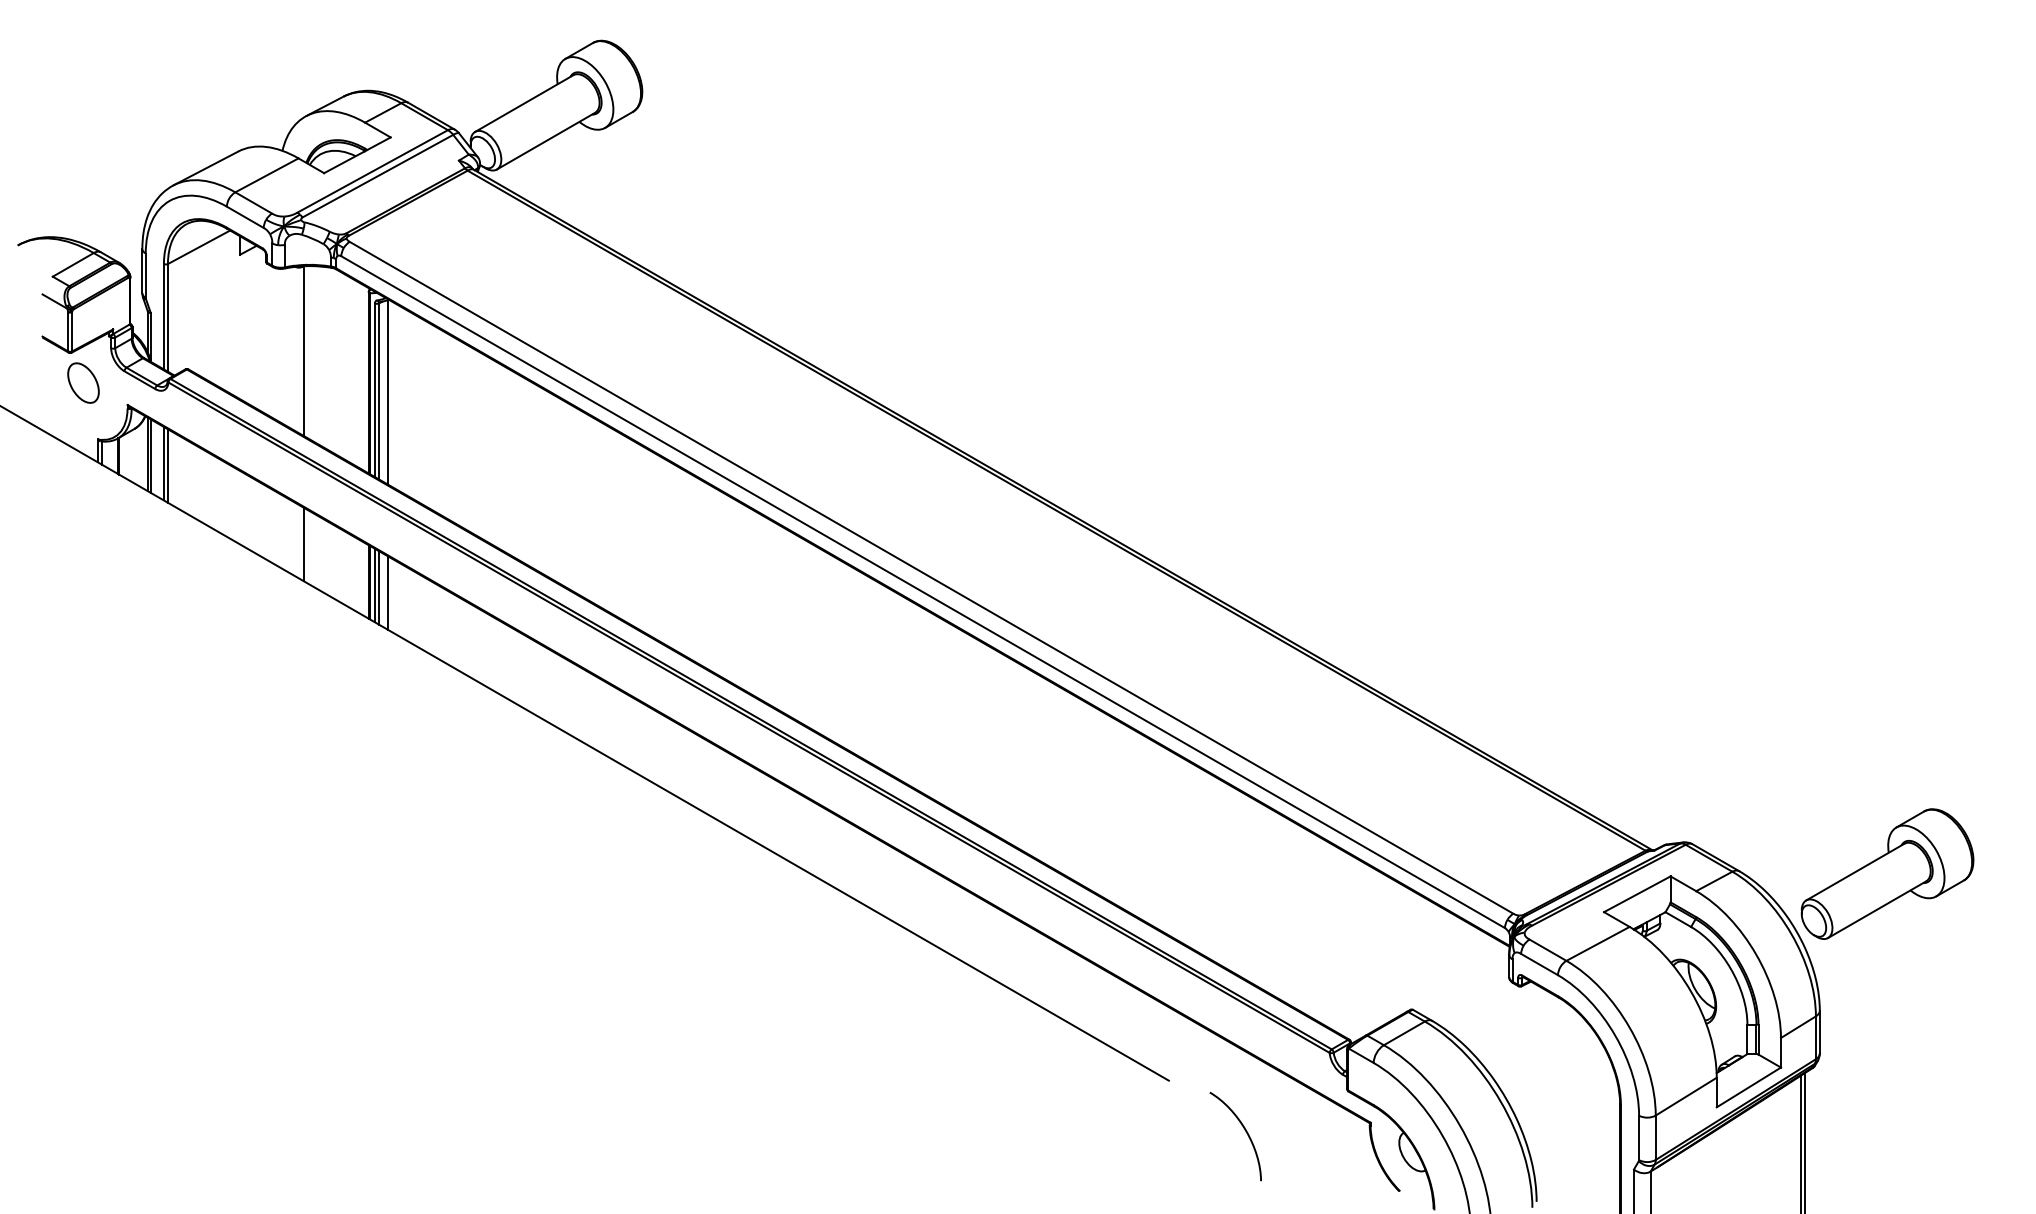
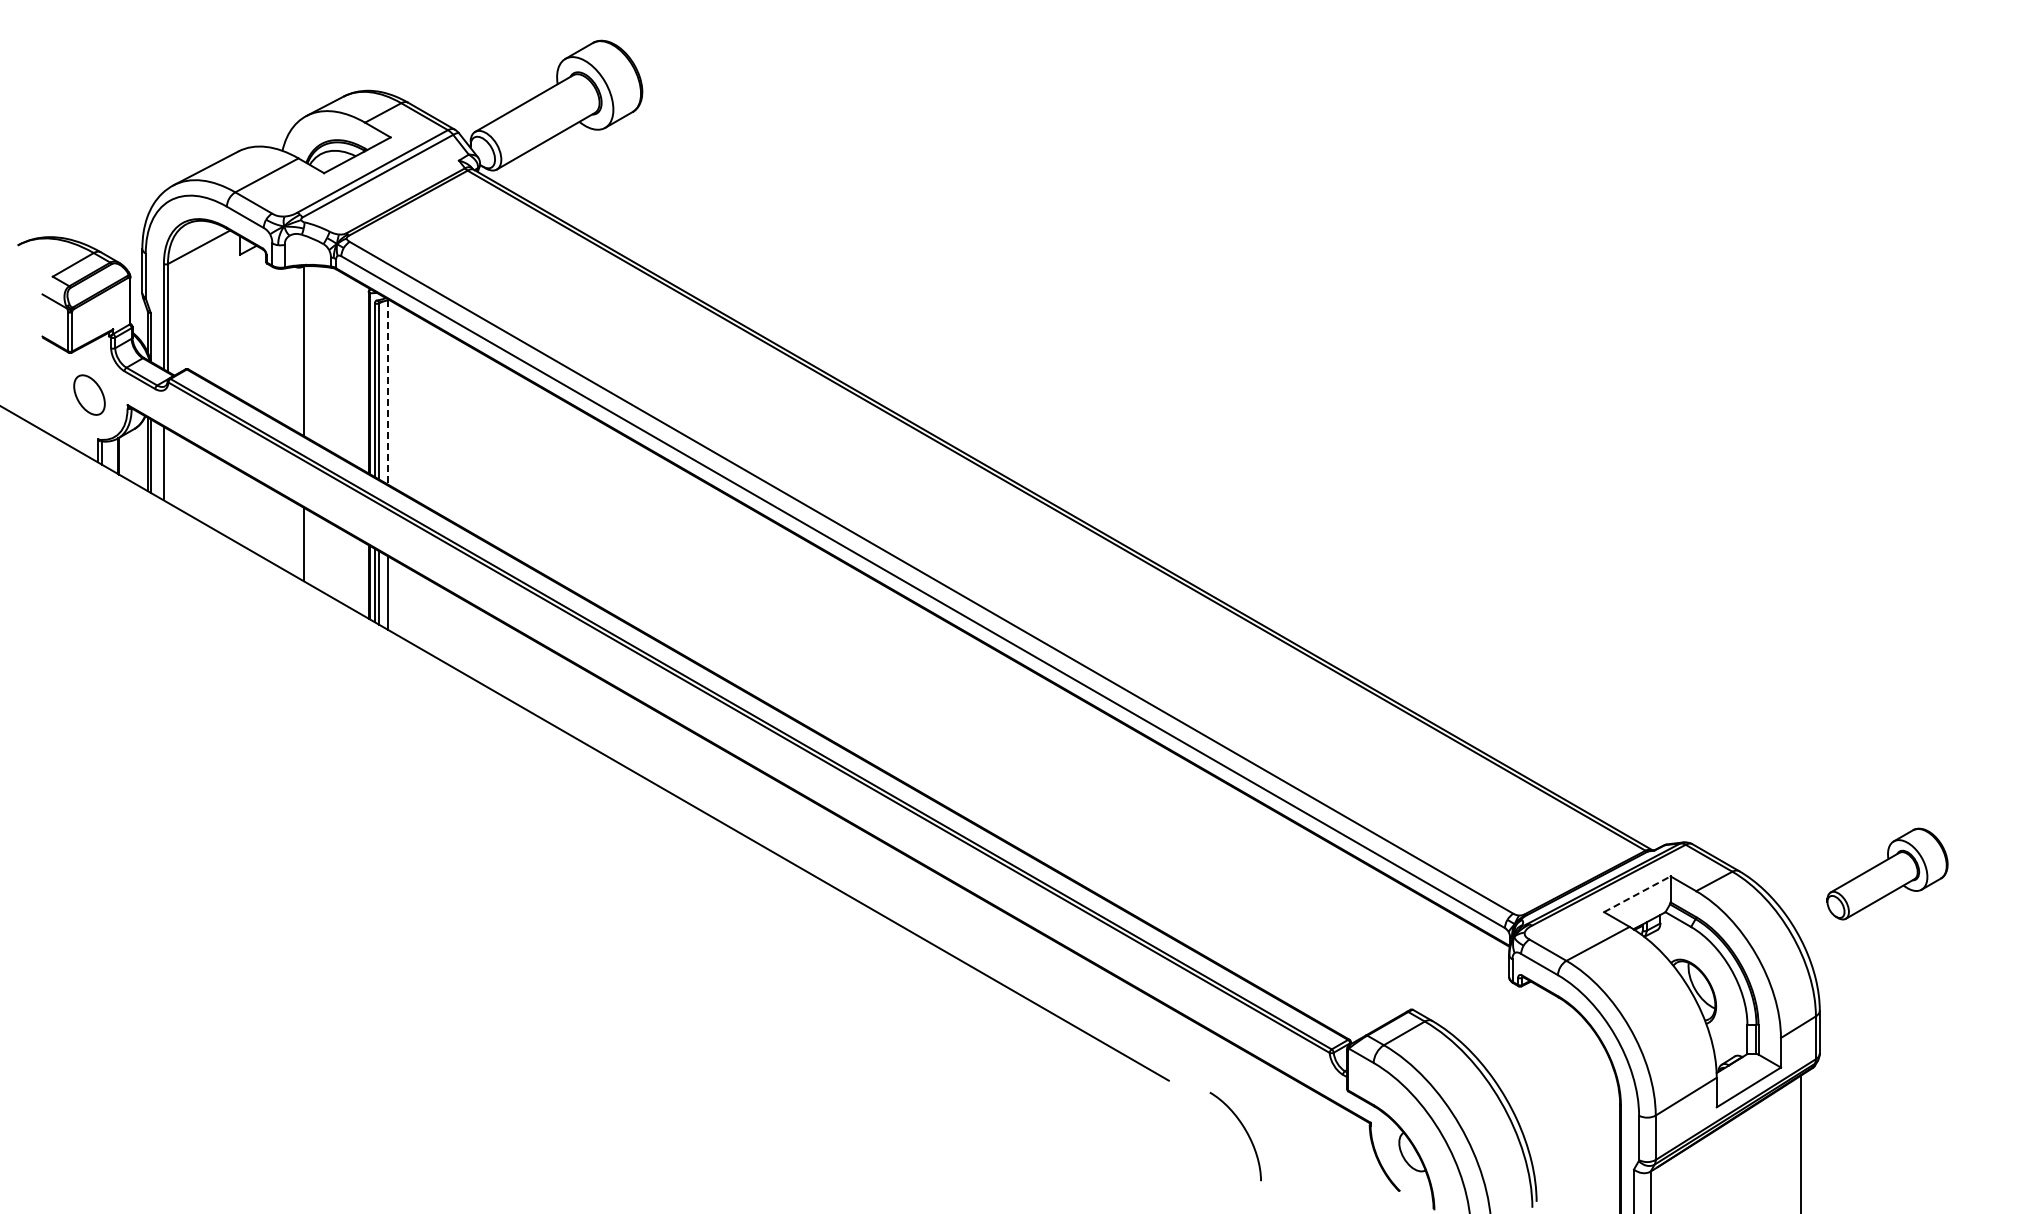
part at (83, 382) position: (83, 382) -> (89, 394)
line at (387, 392): solid -> dashed
line at (167, 465): present -> none
part at (1887, 873) size: 175x132 px -> 123x94 px
line at (1637, 894): solid -> dashed
line at (1804, 1141): present -> none
